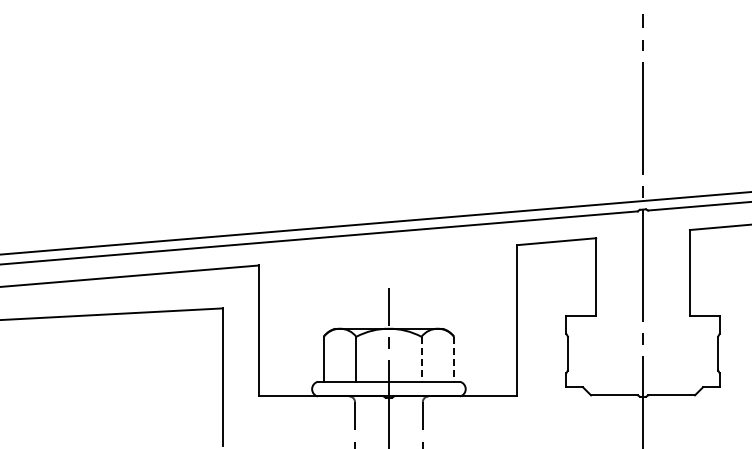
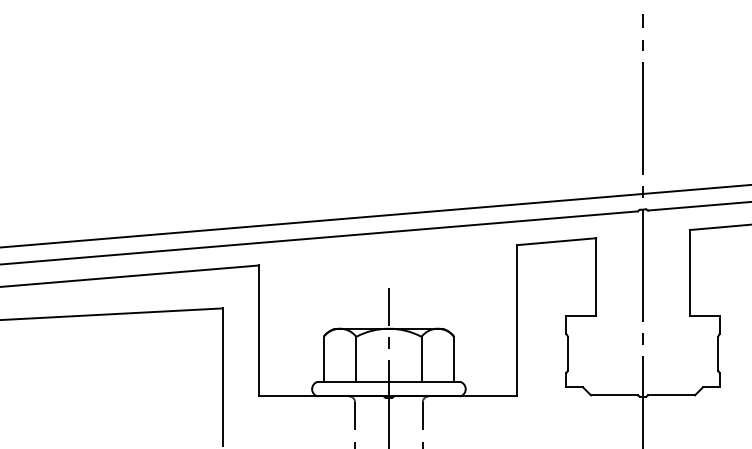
line at (375, 223) position: (375, 223) -> (375, 216)
line at (421, 359): dashed -> solid
line at (454, 359): dashed -> solid
